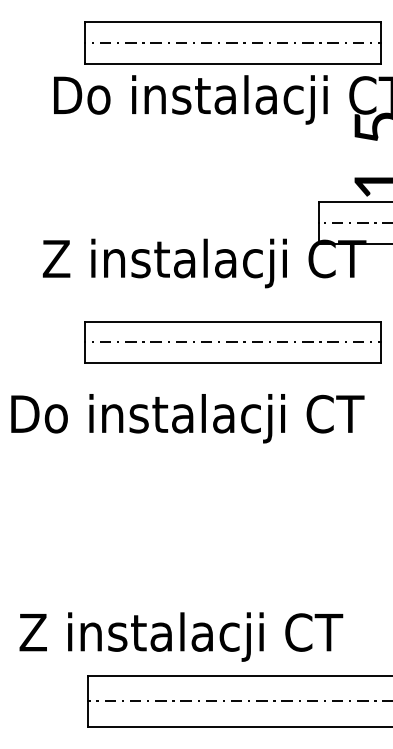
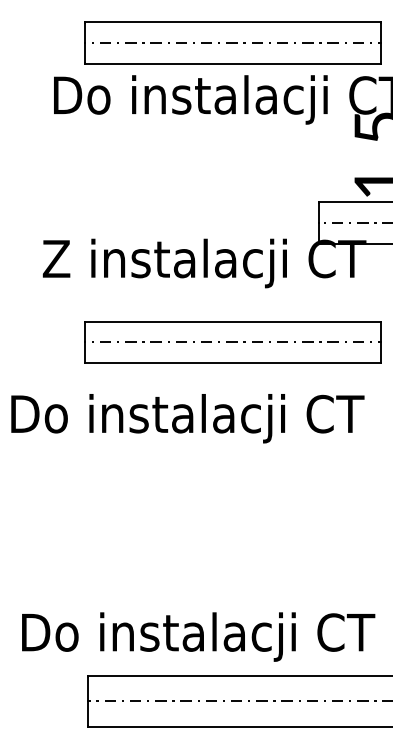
text at (197, 636): Z instalacji CT -> Do instalacji CT
